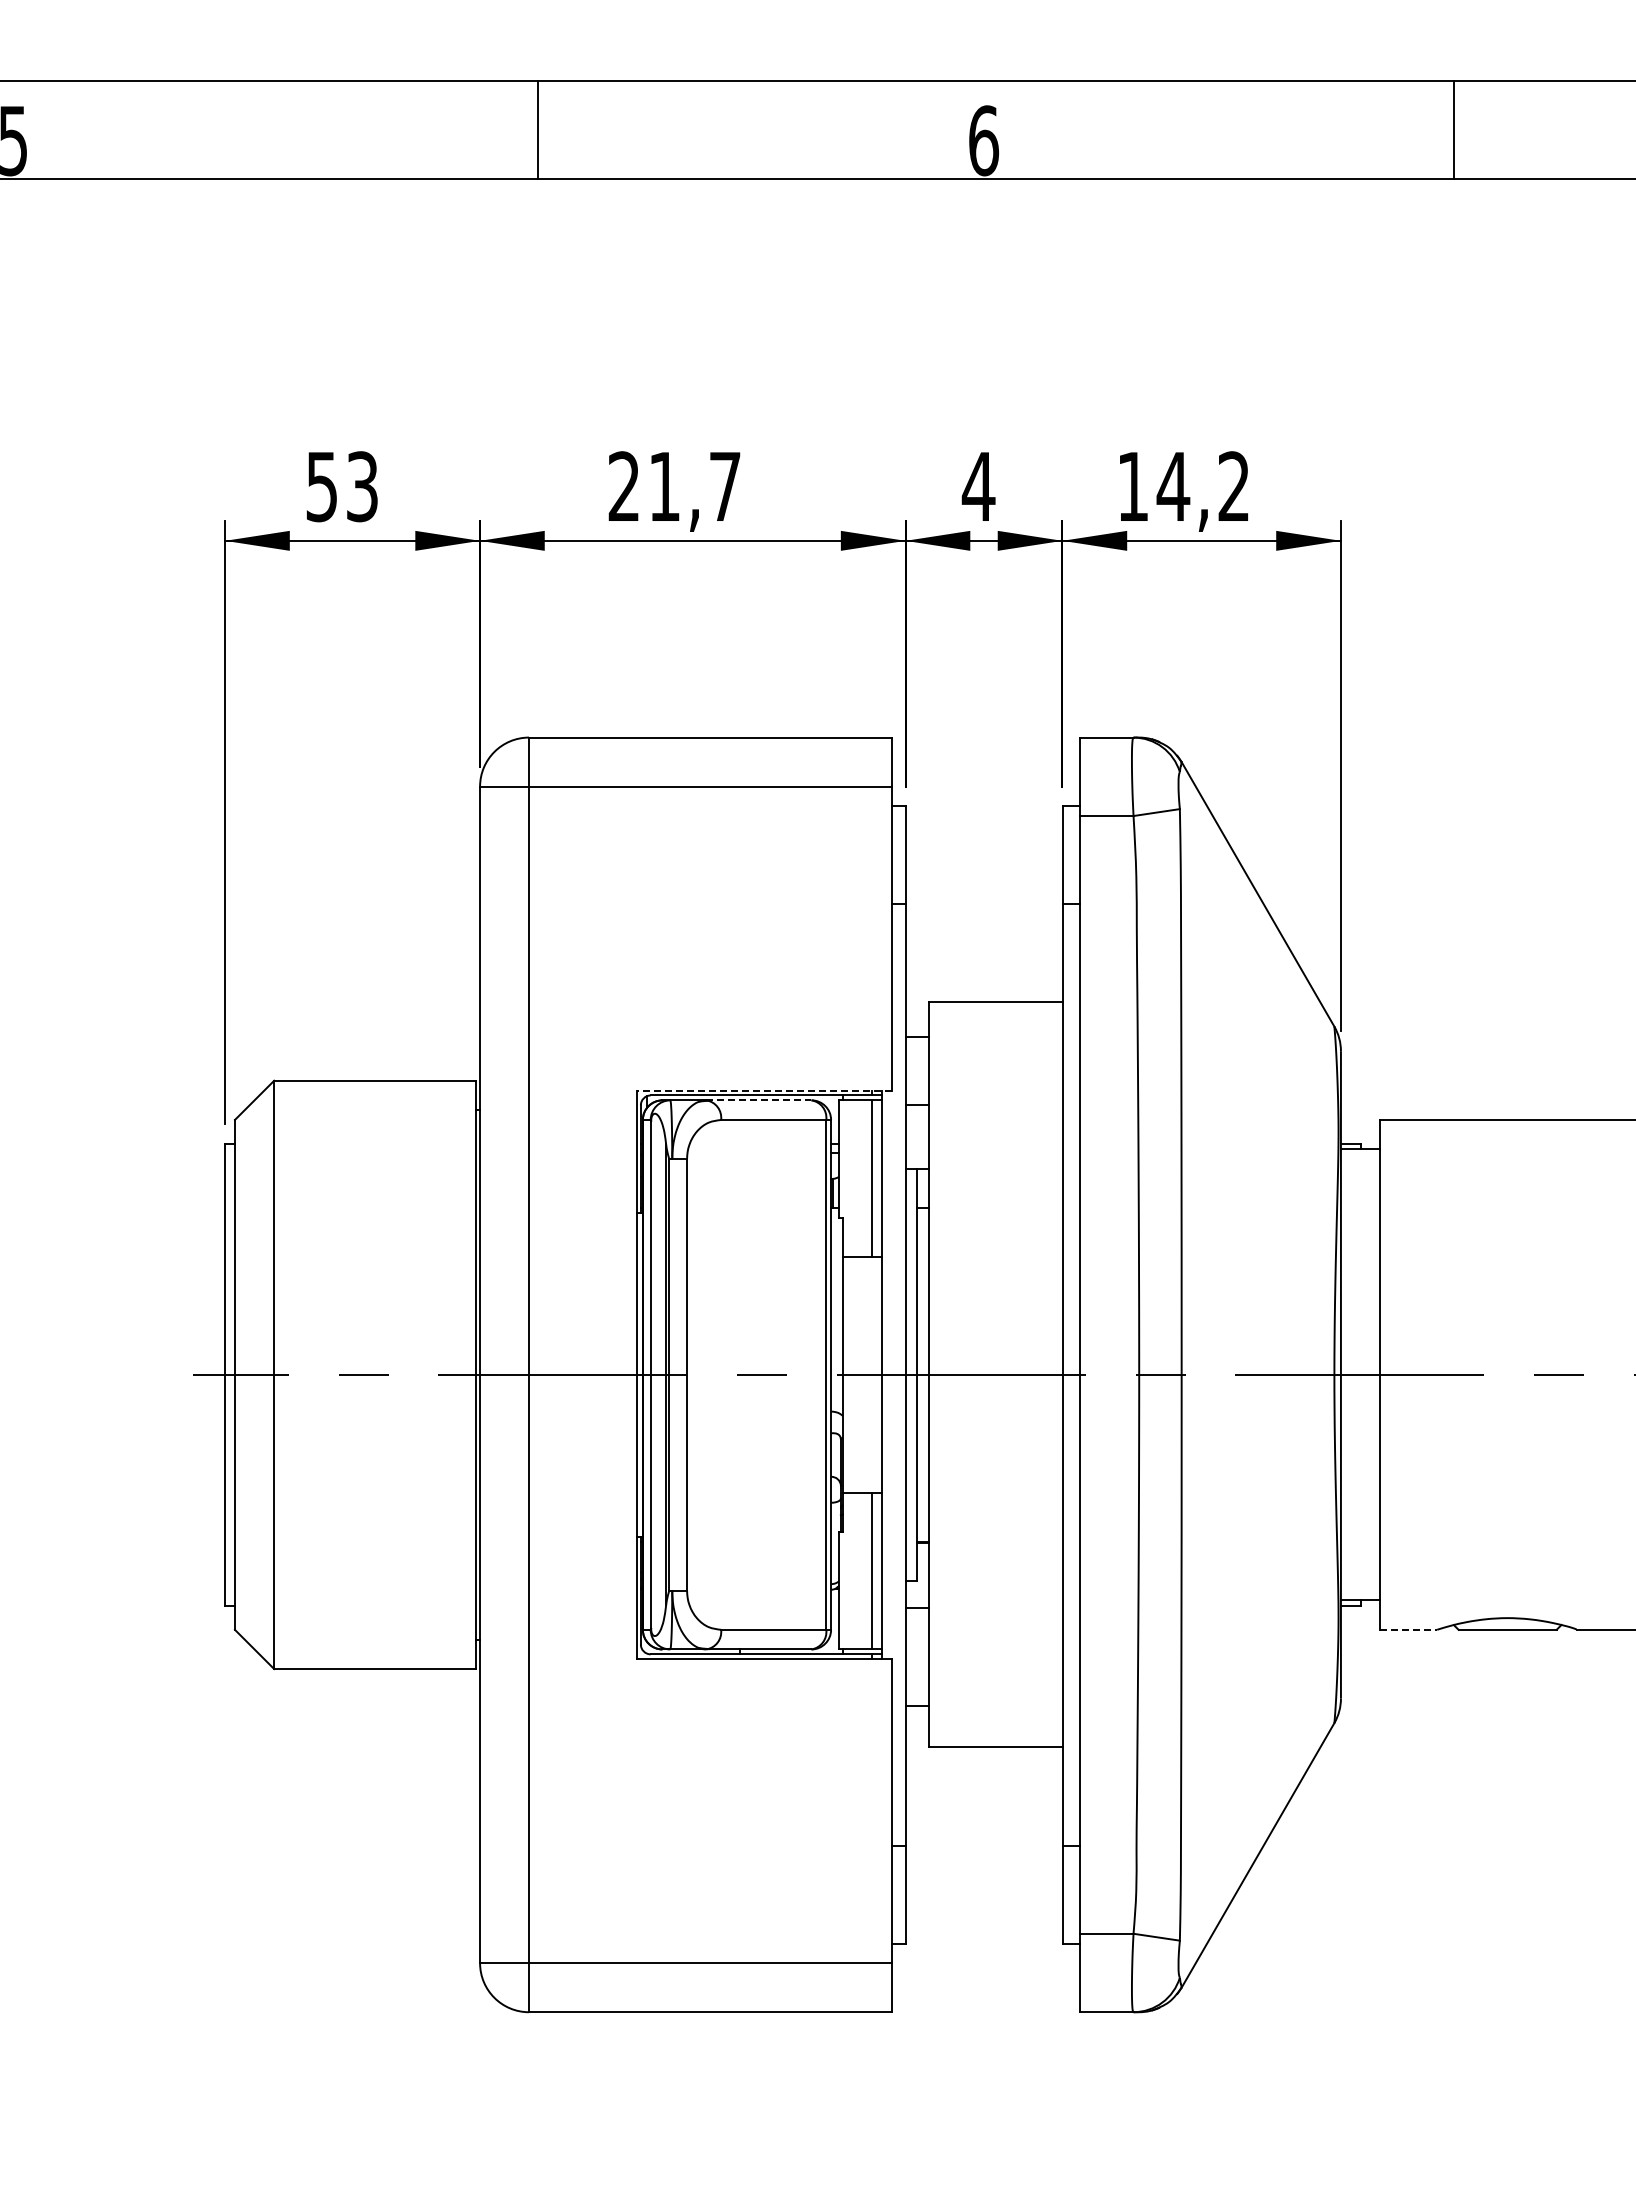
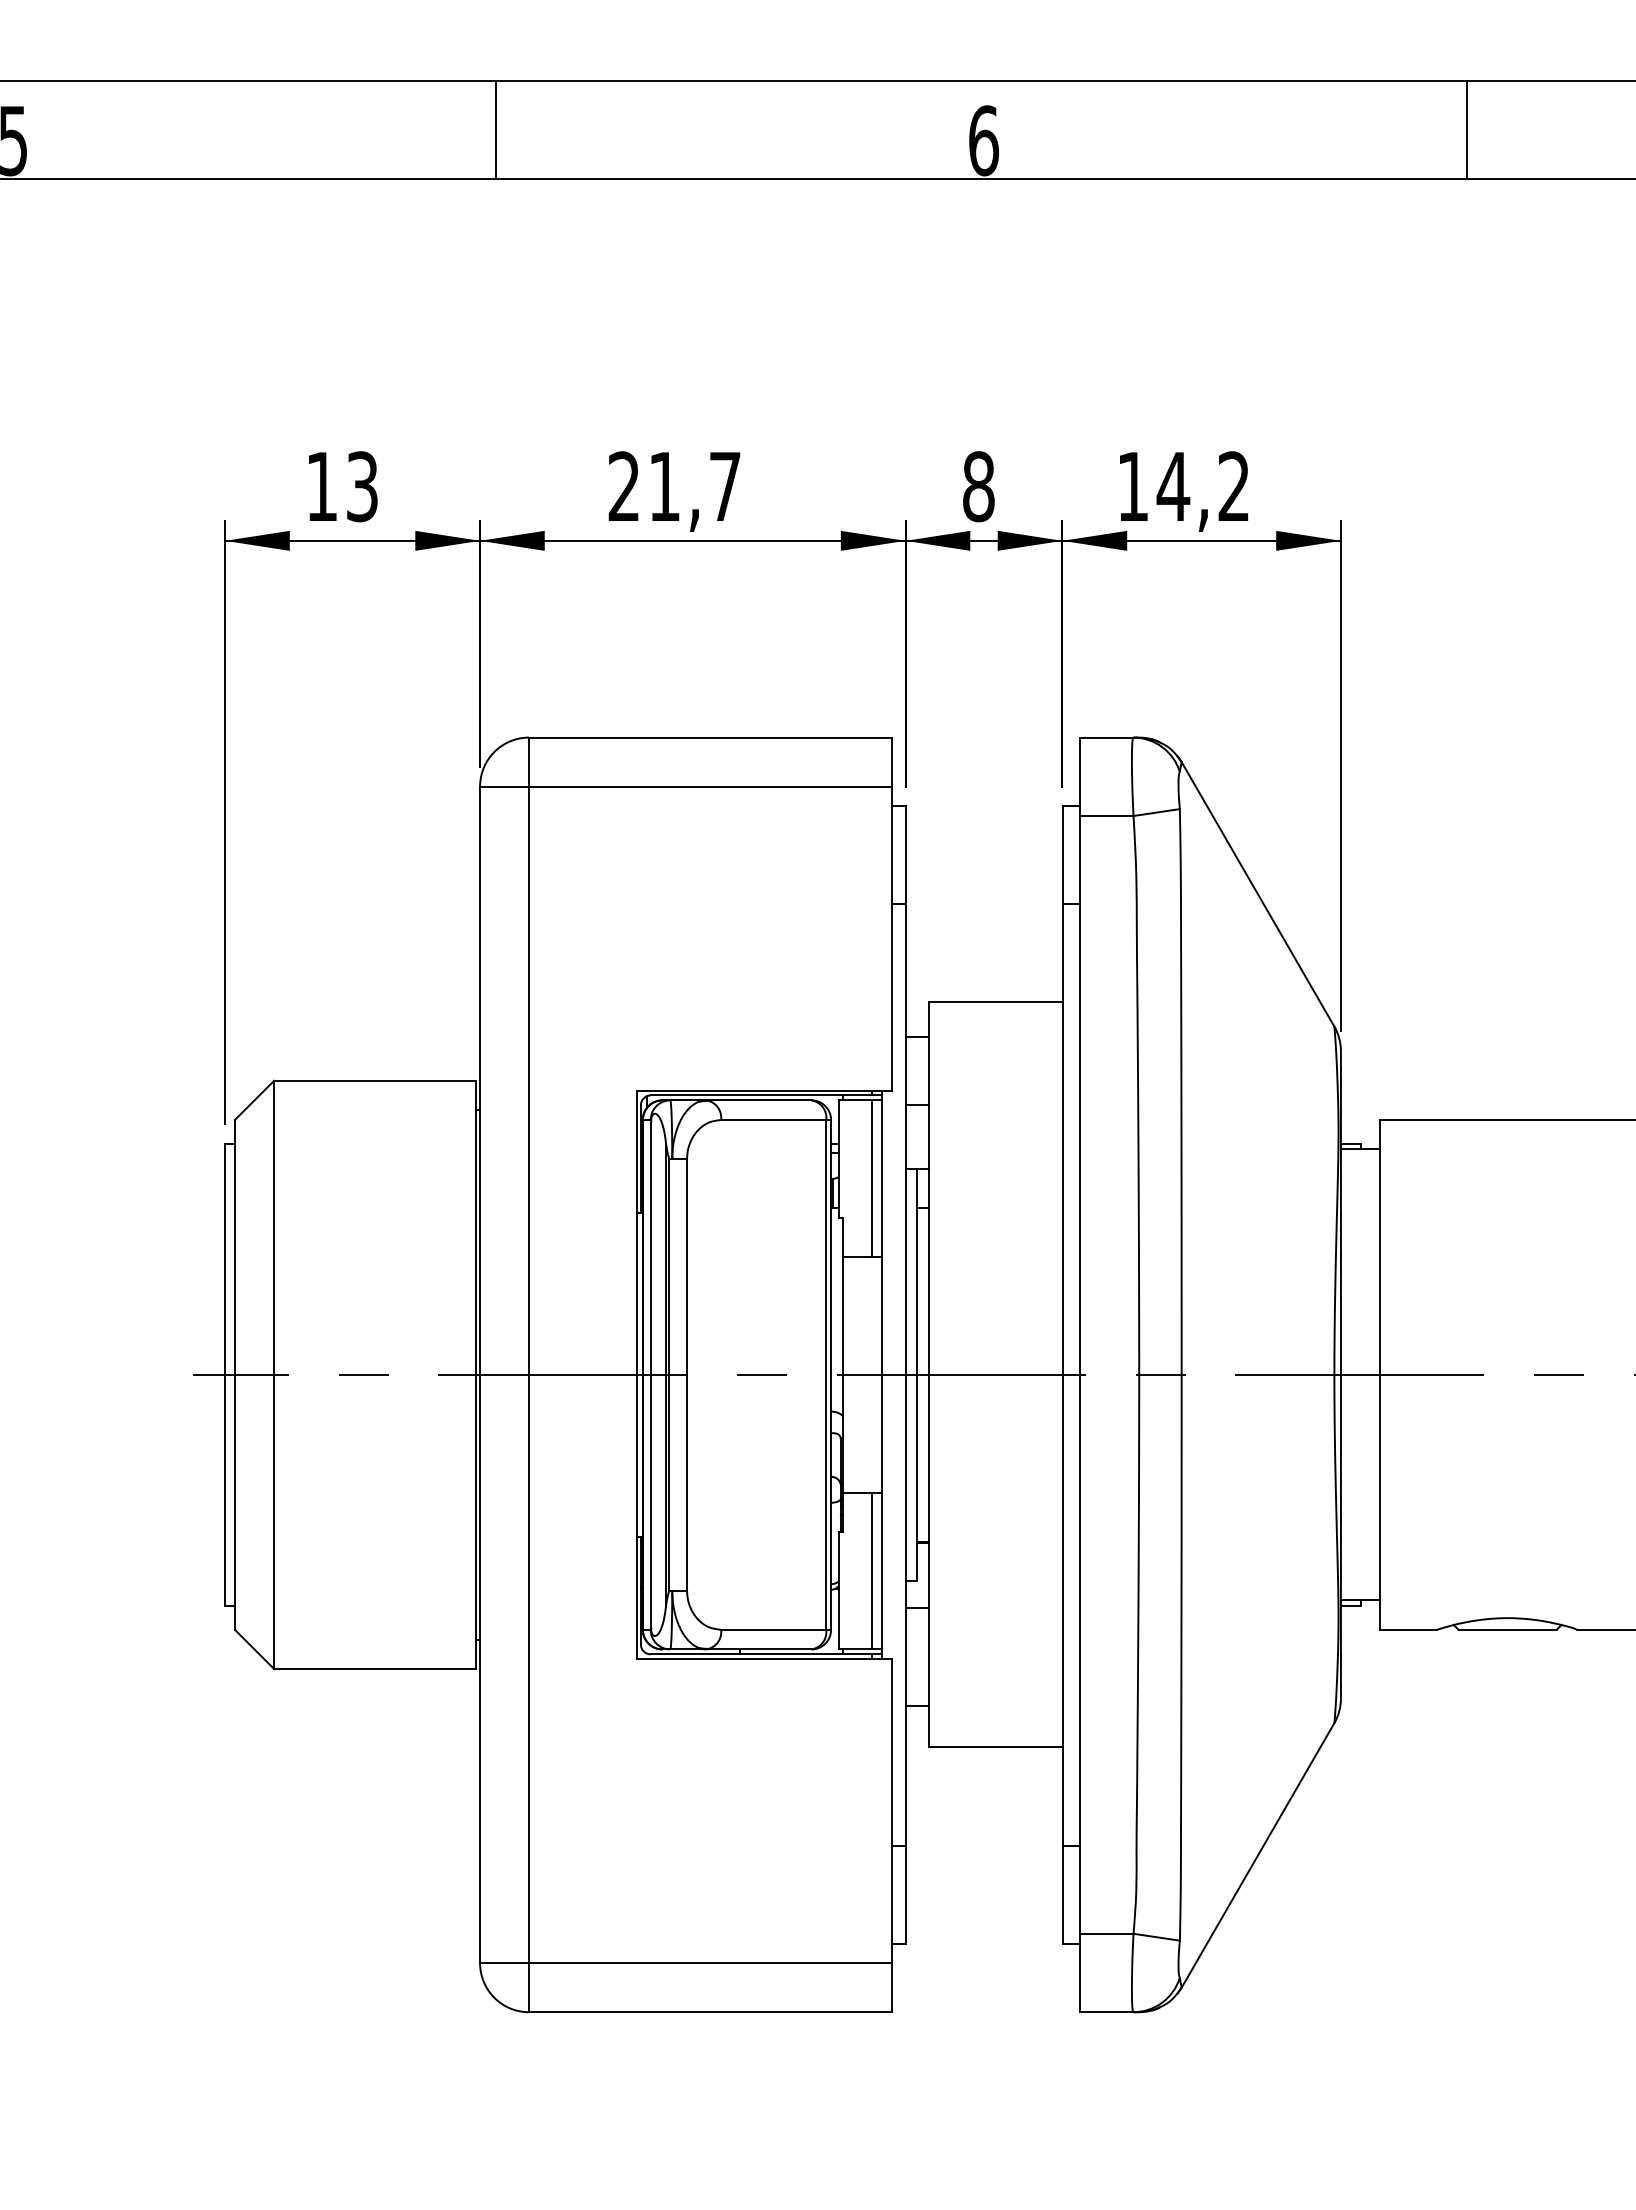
line at (537, 129) position: (537, 129) -> (495, 129)
line at (1453, 129) position: (1453, 129) -> (1466, 129)
text at (978, 486): 4 -> 8
text at (321, 487): 53 -> 13
line at (763, 1090): dashed -> solid
line at (758, 1100): dashed -> solid
line at (1409, 1629): dashed -> solid
